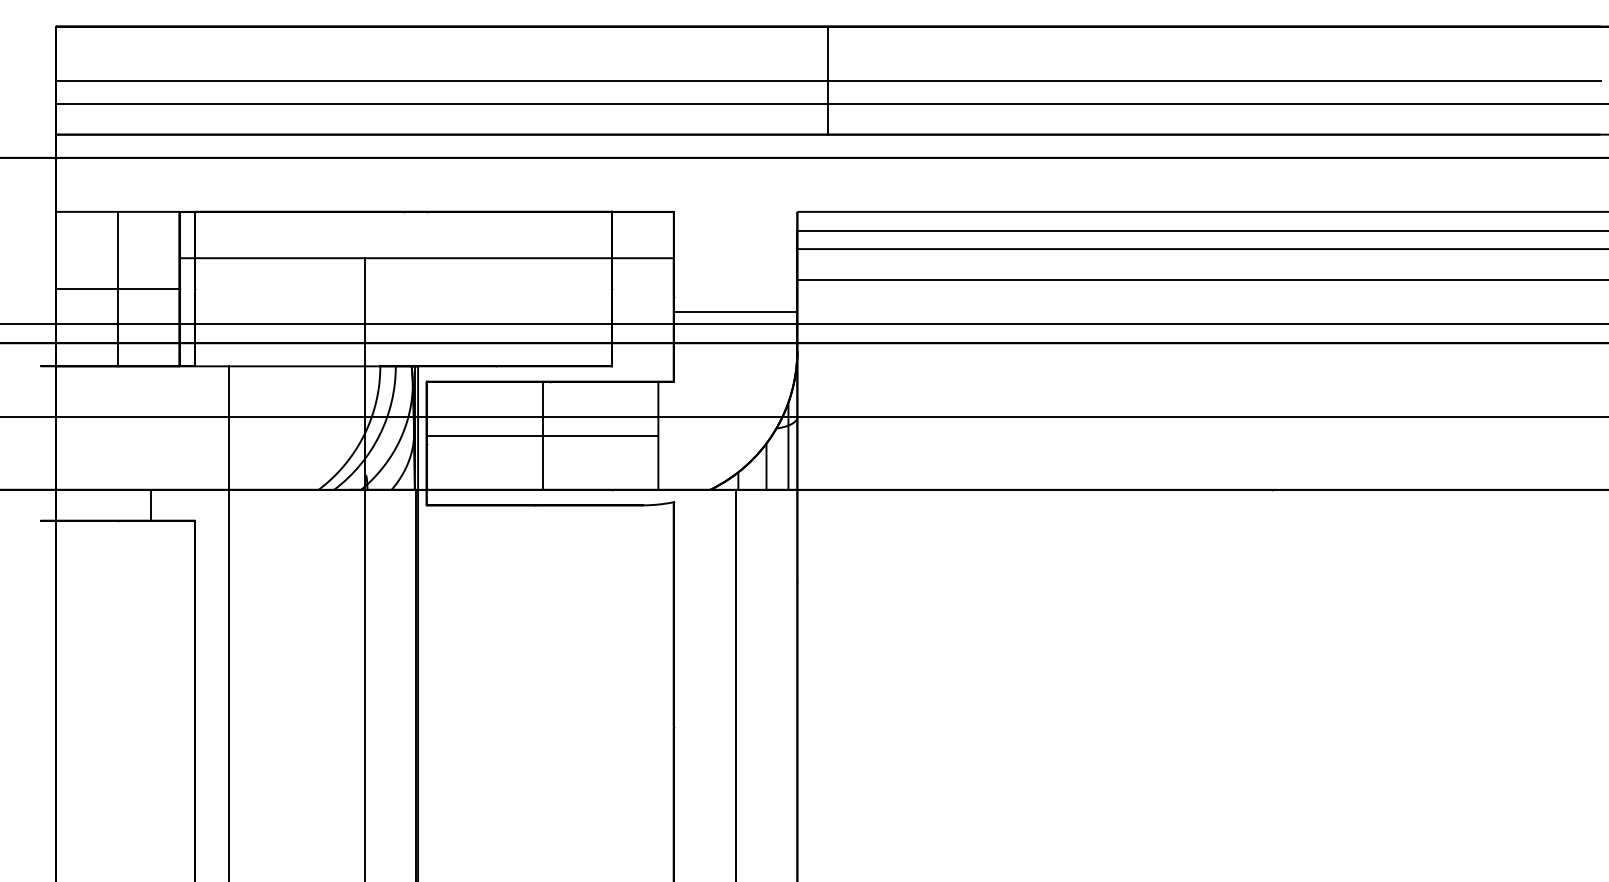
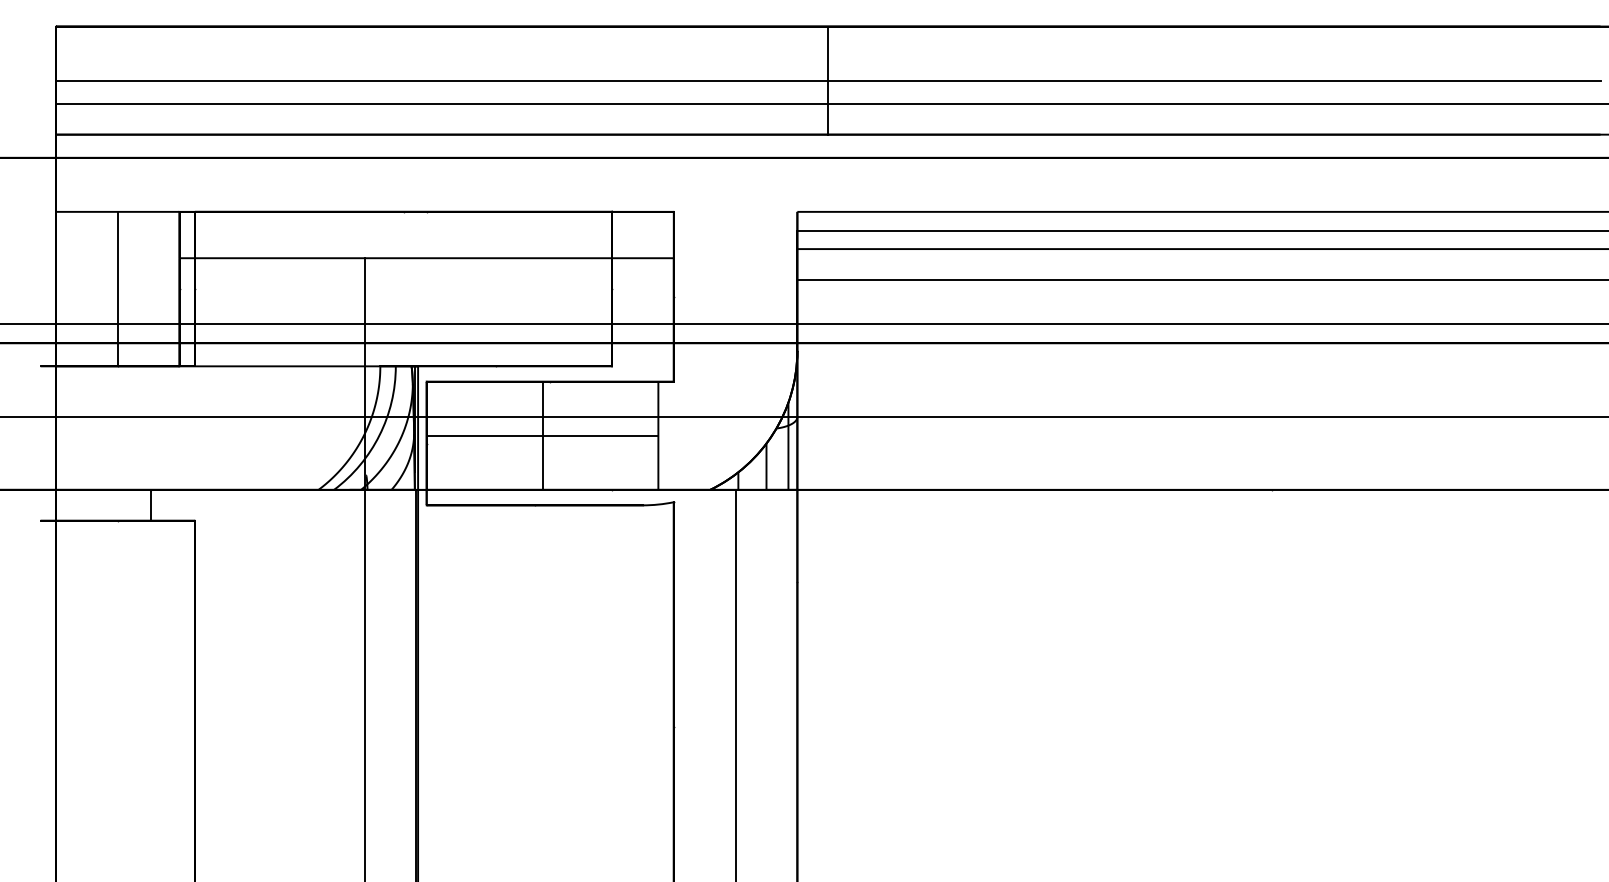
line at (117, 289): present -> none
line at (735, 312): present -> none
line at (229, 622): present -> none
